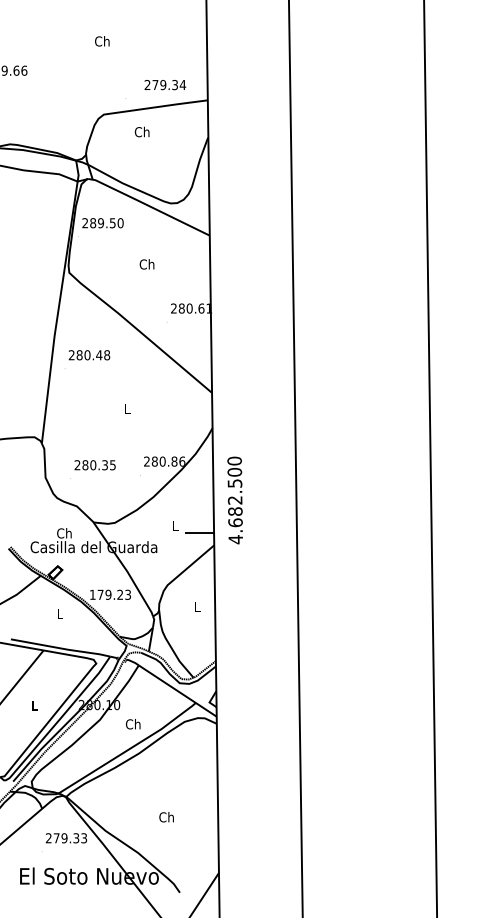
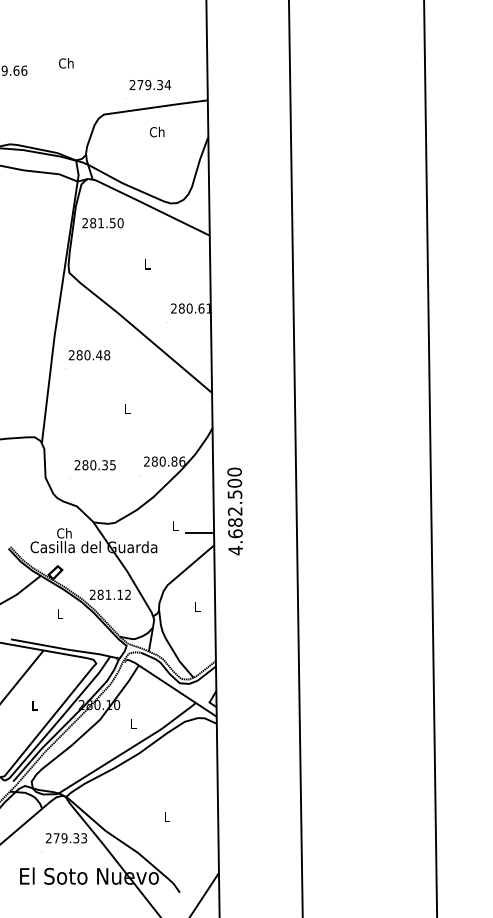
text at (102, 41) position: (102, 41) -> (66, 63)
text at (165, 85) position: (165, 85) -> (150, 85)
text at (141, 131) position: (141, 131) -> (156, 131)
text at (101, 223): 289.50 -> 281.50
text at (146, 264): Ch -> L
text at (234, 500) position: (234, 500) -> (234, 511)
text at (109, 594): 179.23 -> 281.12
text at (132, 724): Ch -> L
text at (166, 817): Ch -> L
